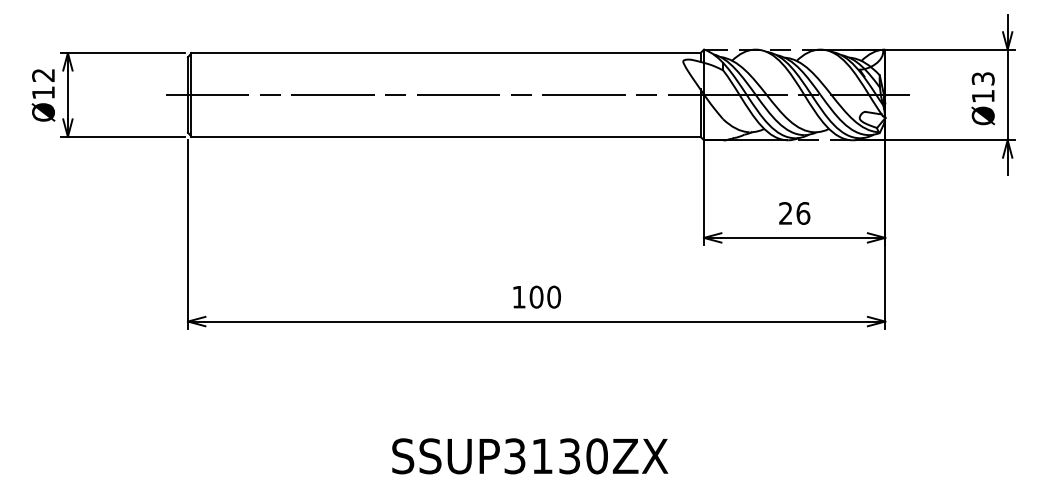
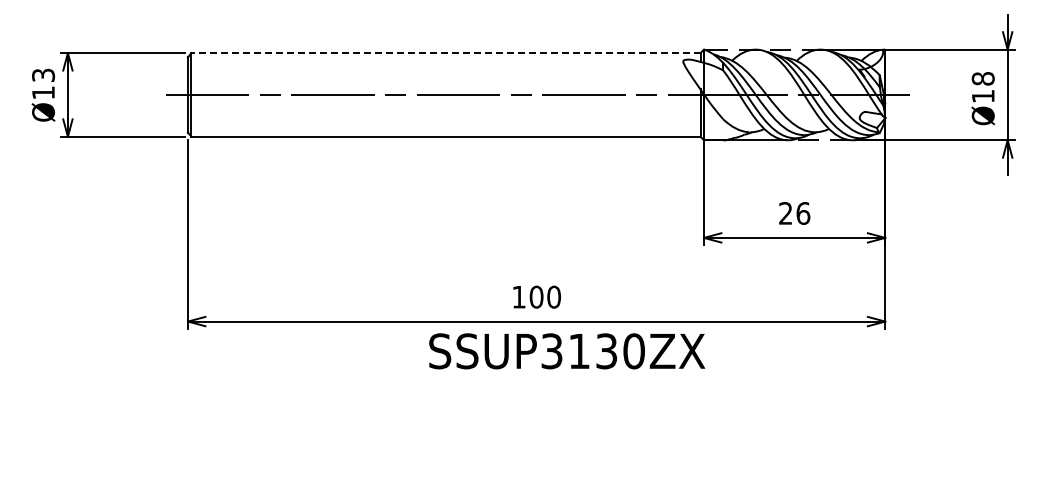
line at (446, 53): solid -> dashed
text at (43, 74): Ø12 -> Ø13
text at (982, 78): Ø13 -> Ø18
text at (530, 456) position: (530, 456) -> (567, 351)
